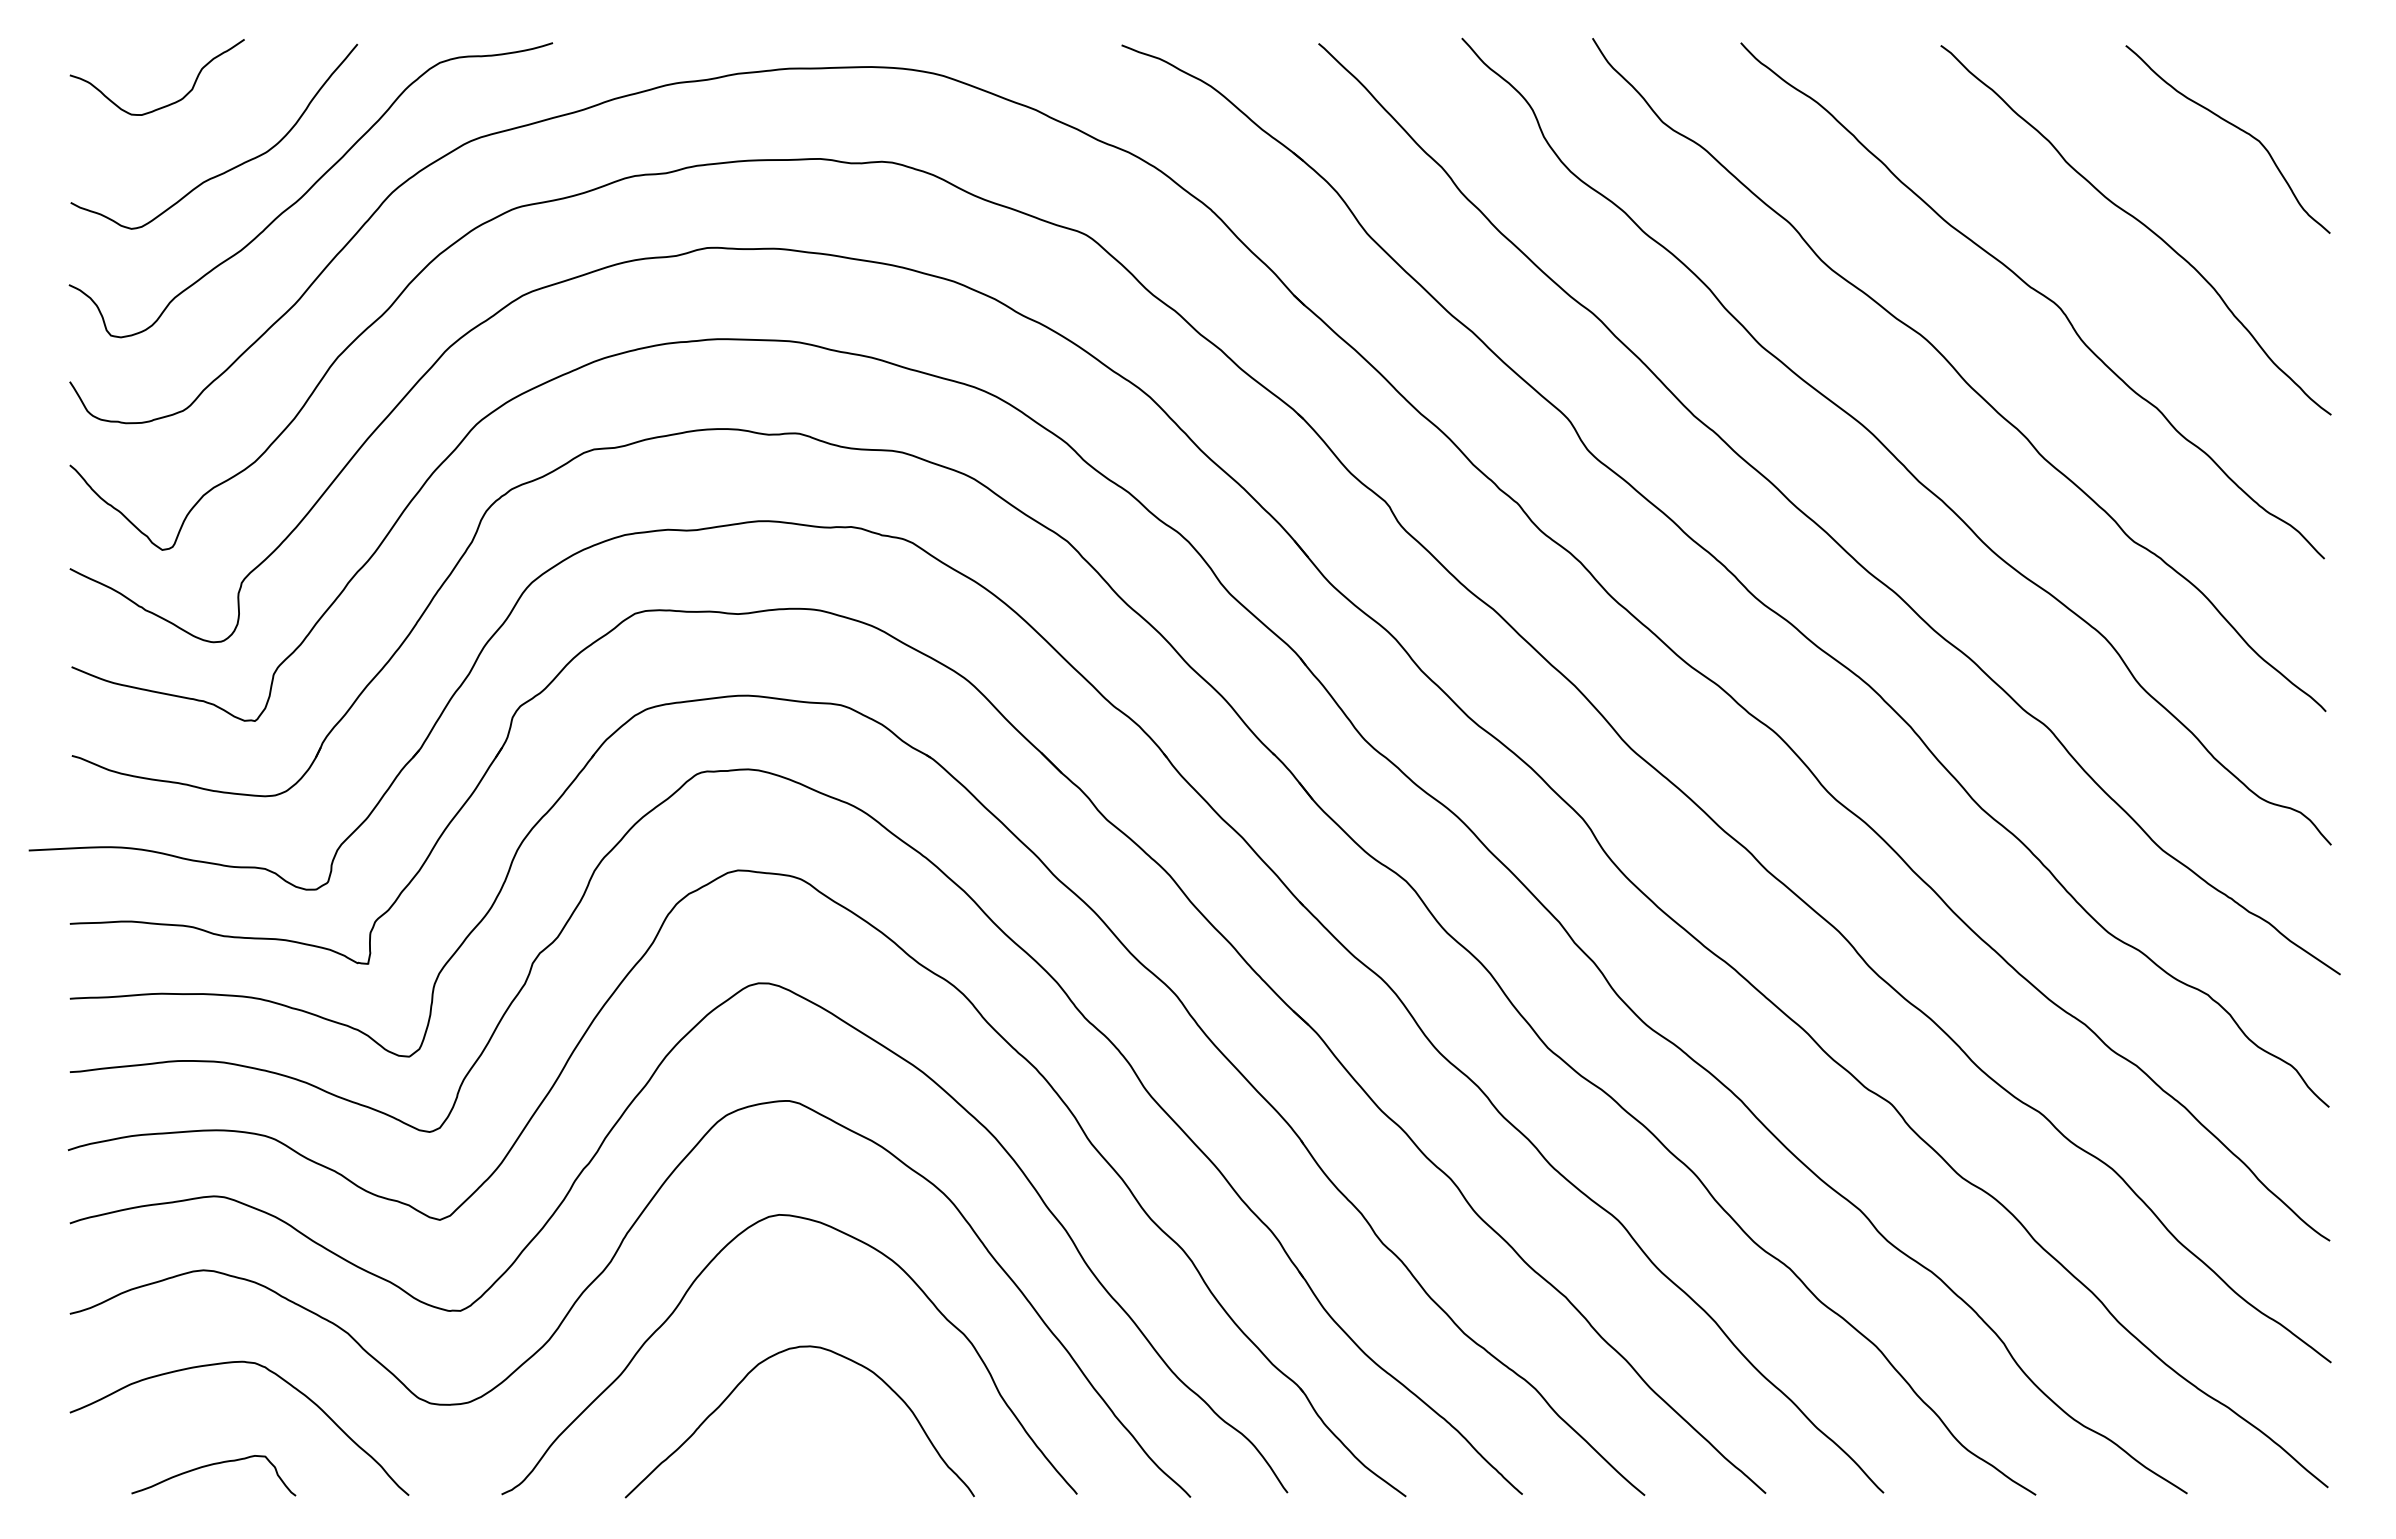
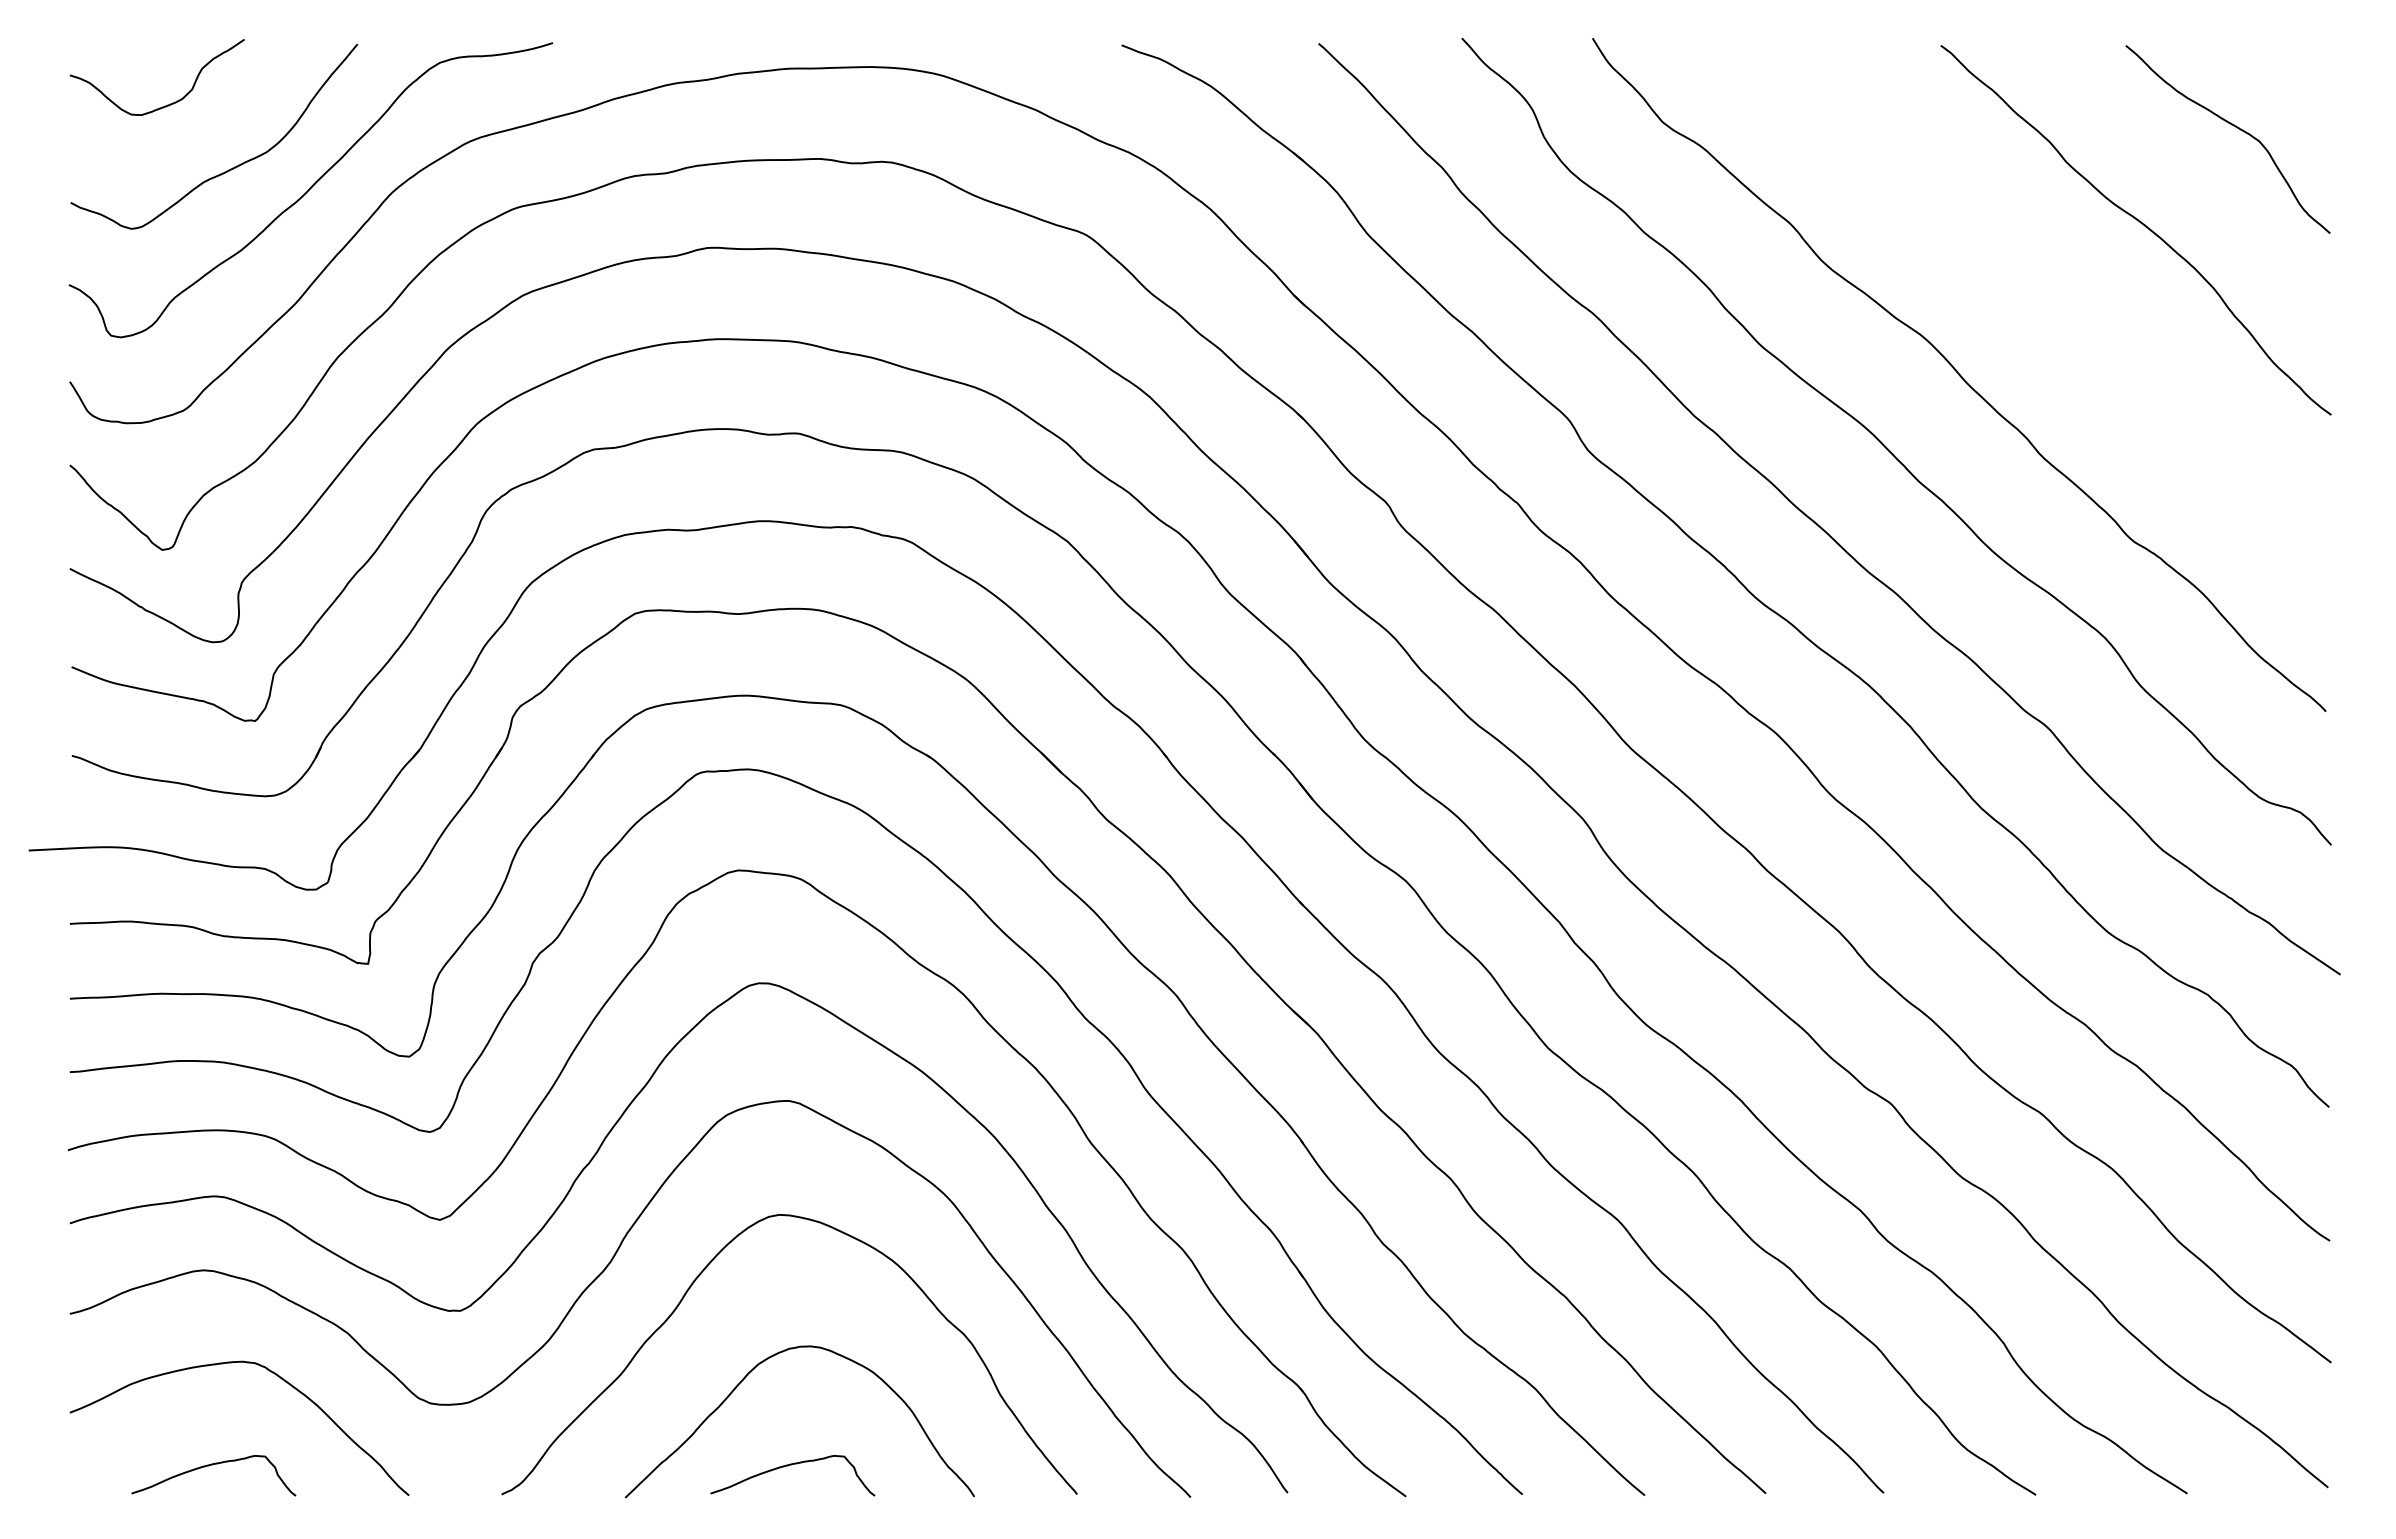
curve at (2036, 292): present -> none
curve at (788, 1466): none -> present
